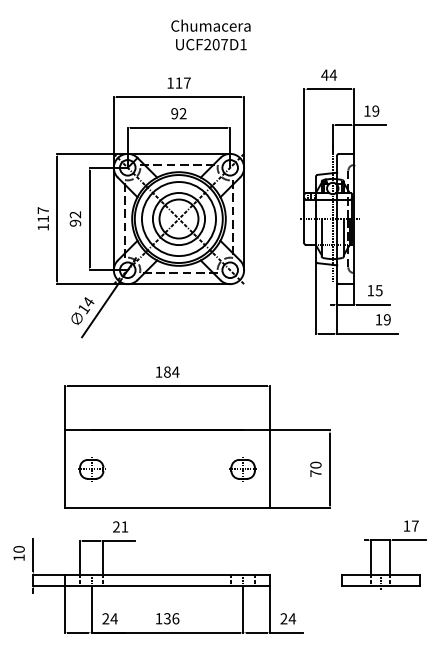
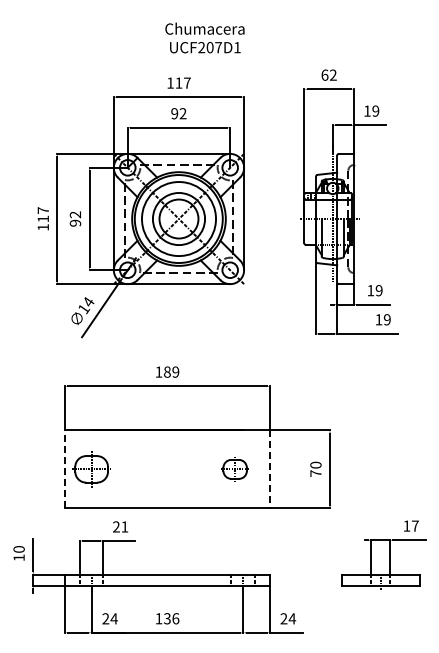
text at (210, 34) position: (210, 34) -> (204, 37)
text at (329, 74): 44 -> 62
text at (378, 290): 15 -> 19
text at (175, 371): 184 -> 189
line at (65, 469): solid -> dashed
part at (91, 469) size: 28x25 px -> 39x37 px
part at (242, 469) position: (242, 469) -> (234, 469)
line at (269, 469): solid -> dashed
